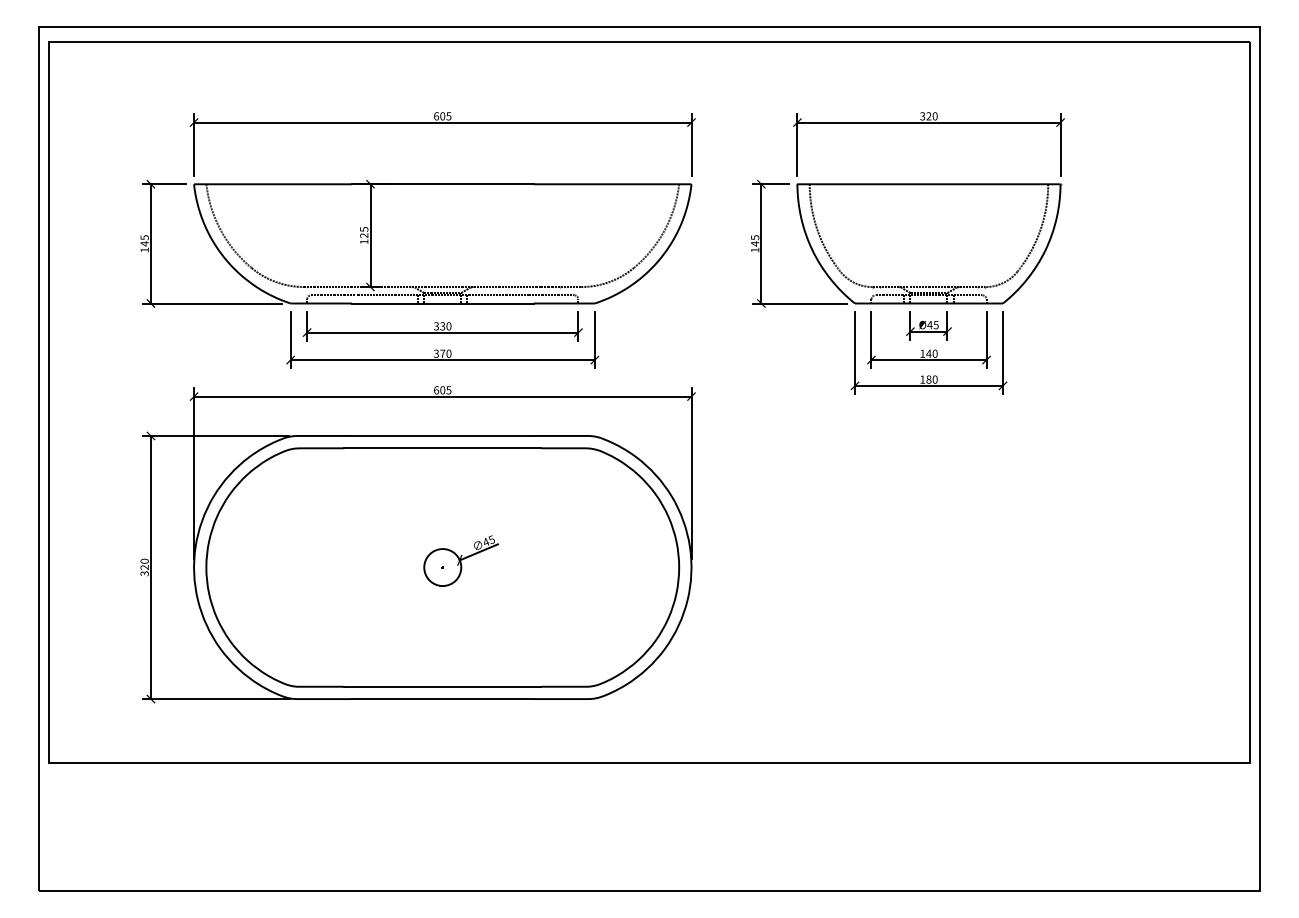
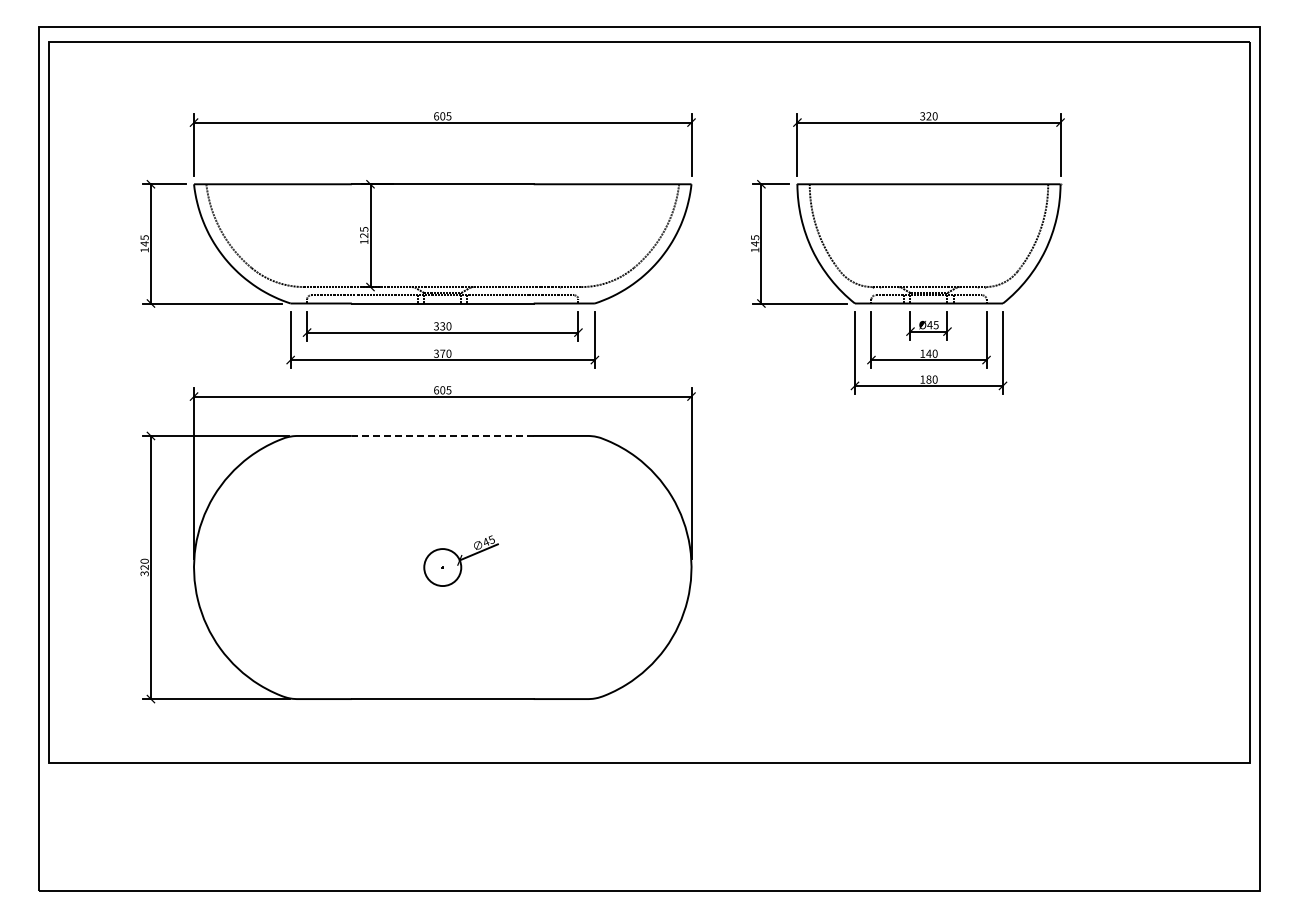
line at (442, 435): solid -> dashed
part at (442, 567): present -> none
